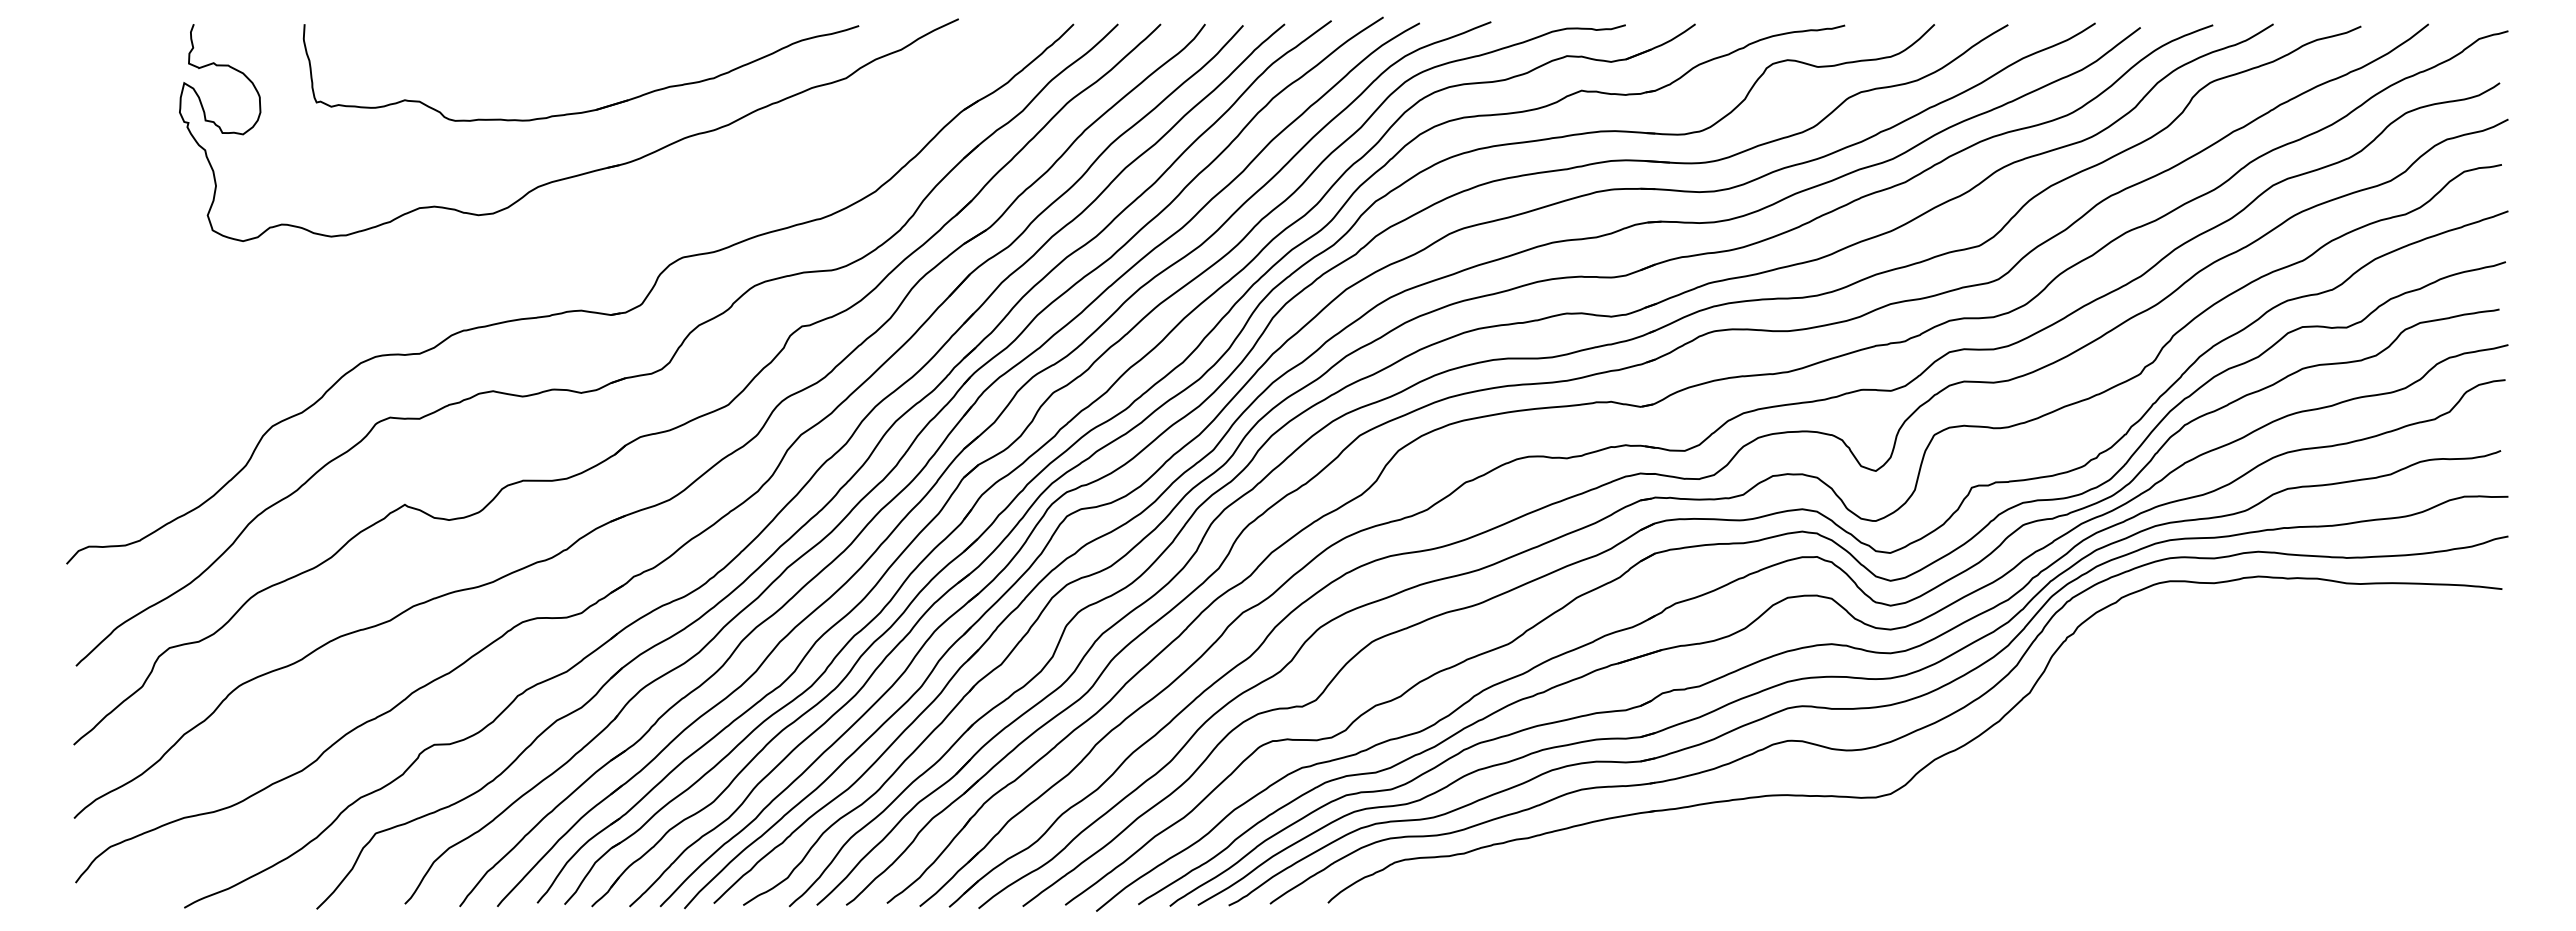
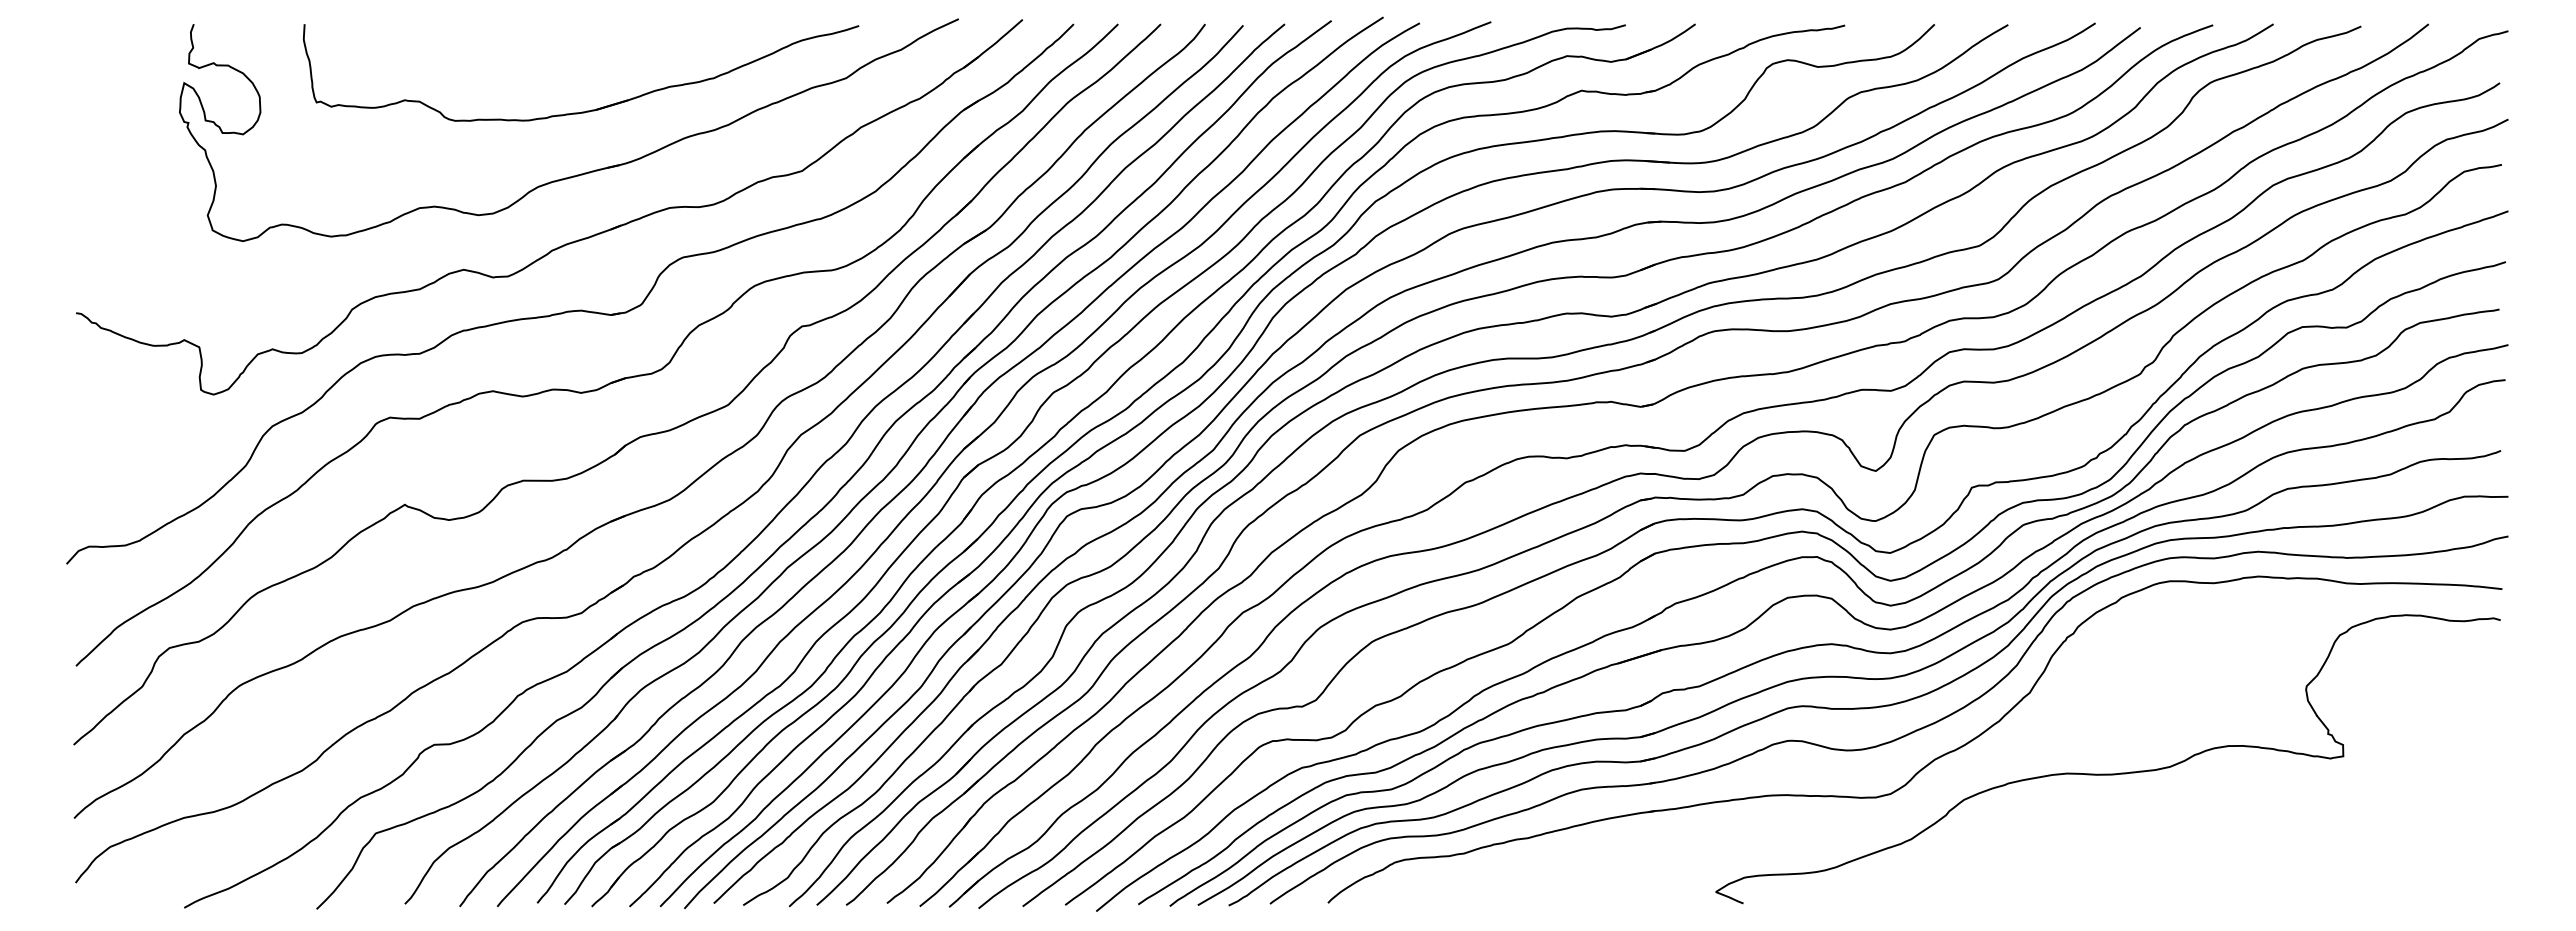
part at (565, 243): none -> present
curve at (2107, 773): none -> present
